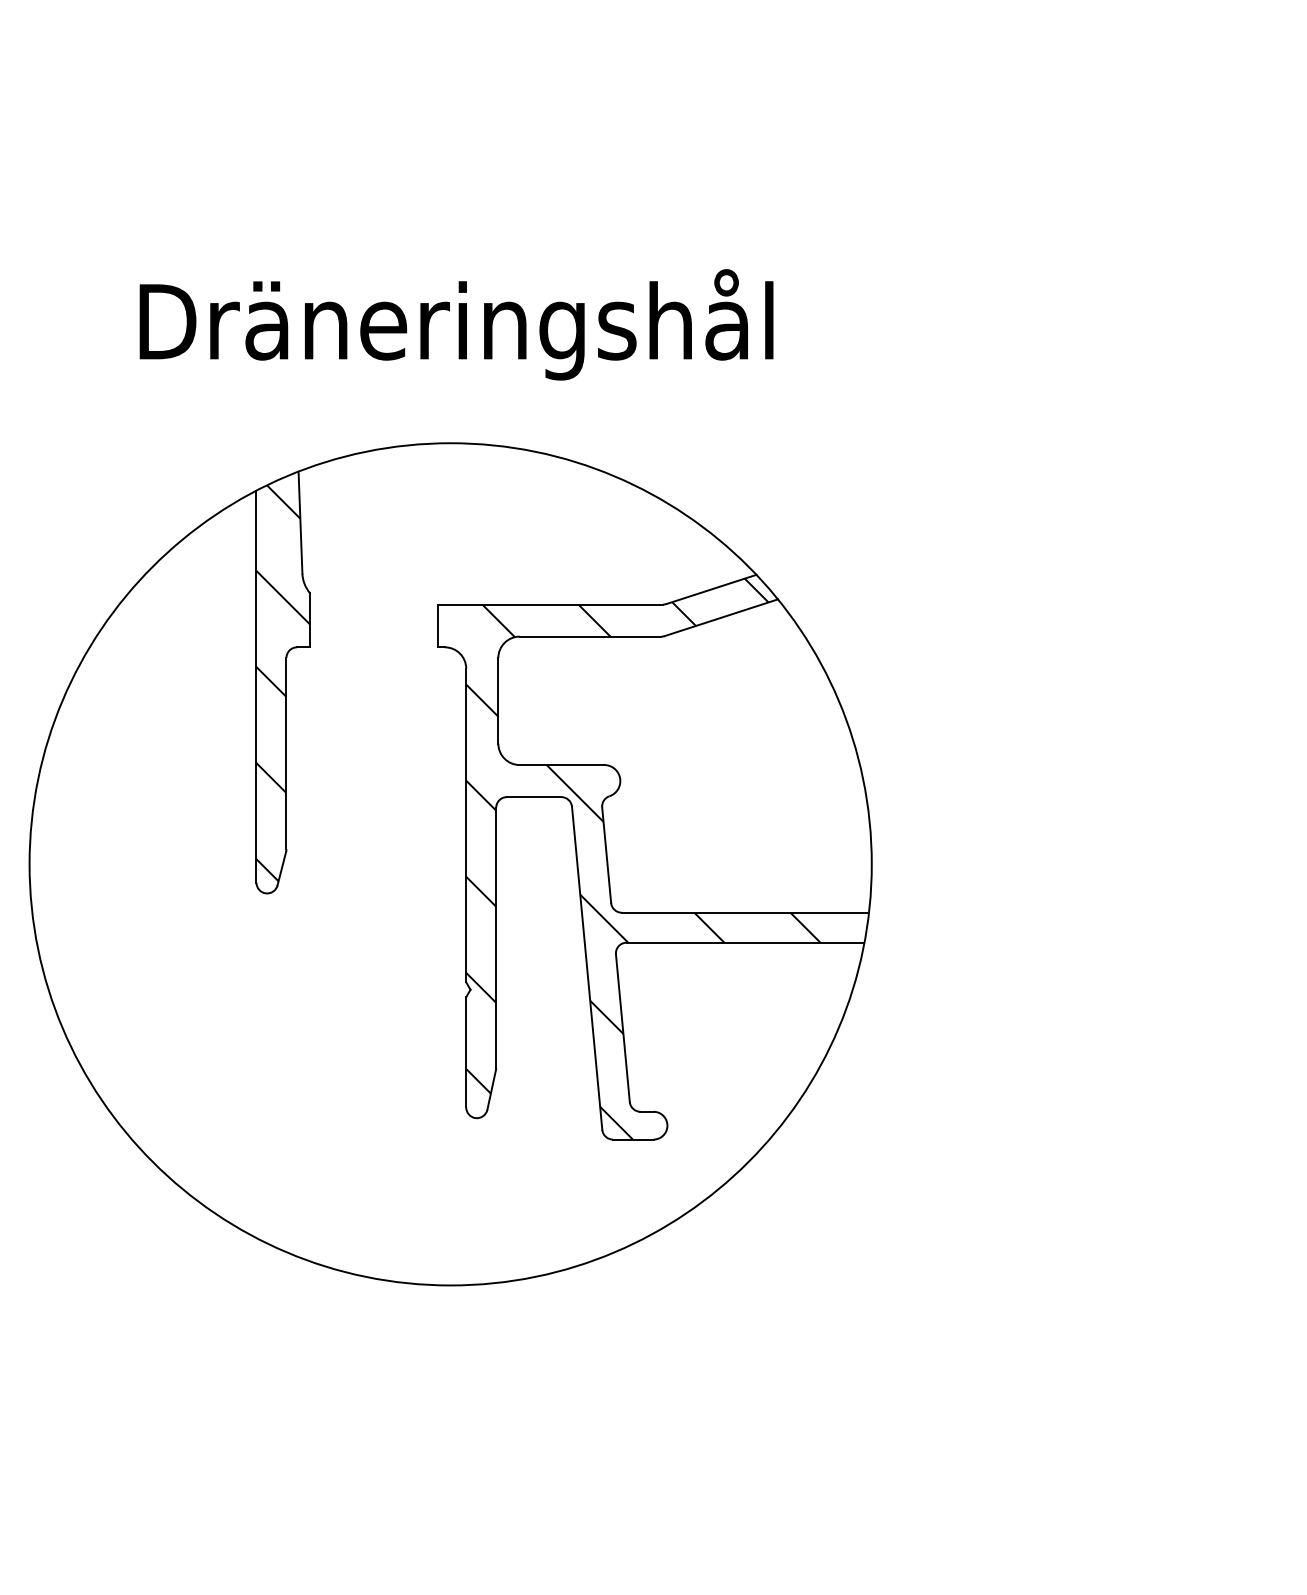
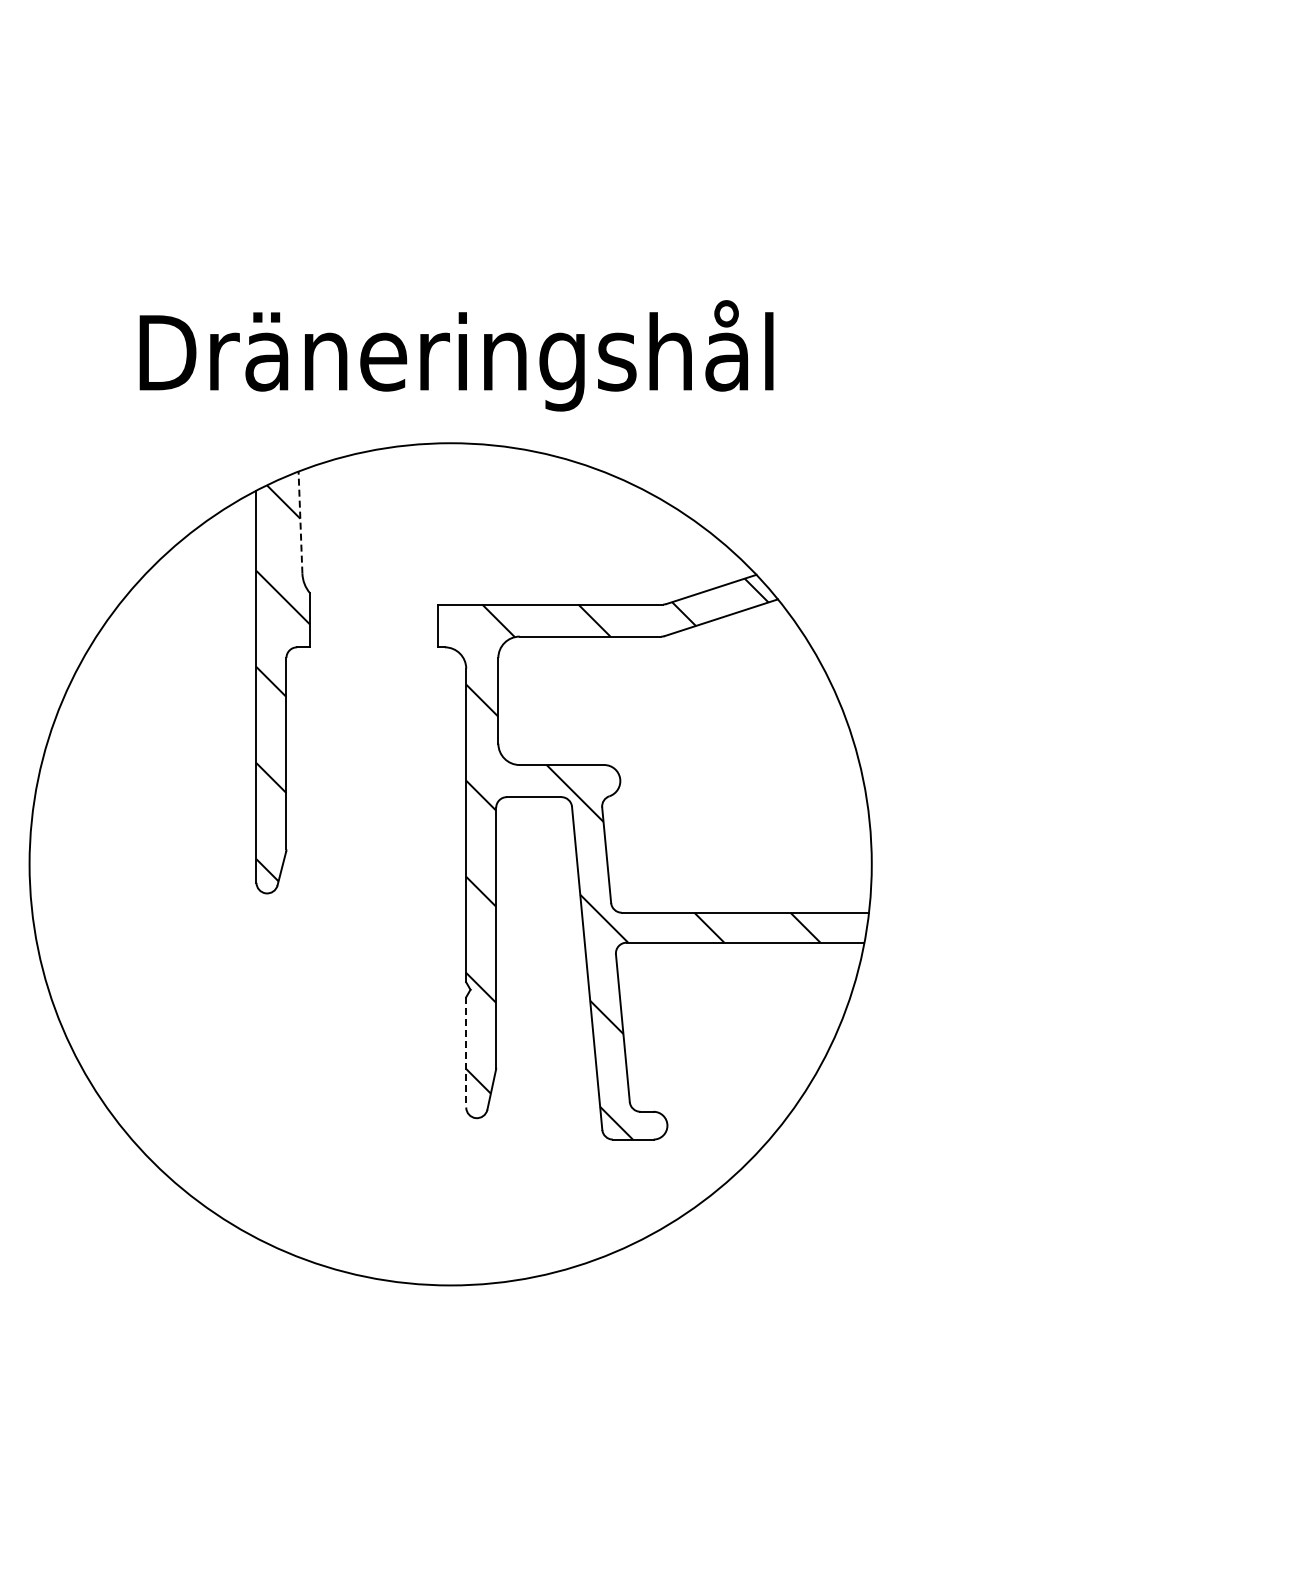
text at (456, 324) position: (456, 324) -> (456, 355)
line at (300, 522): solid -> dashed
line at (466, 1052): solid -> dashed
